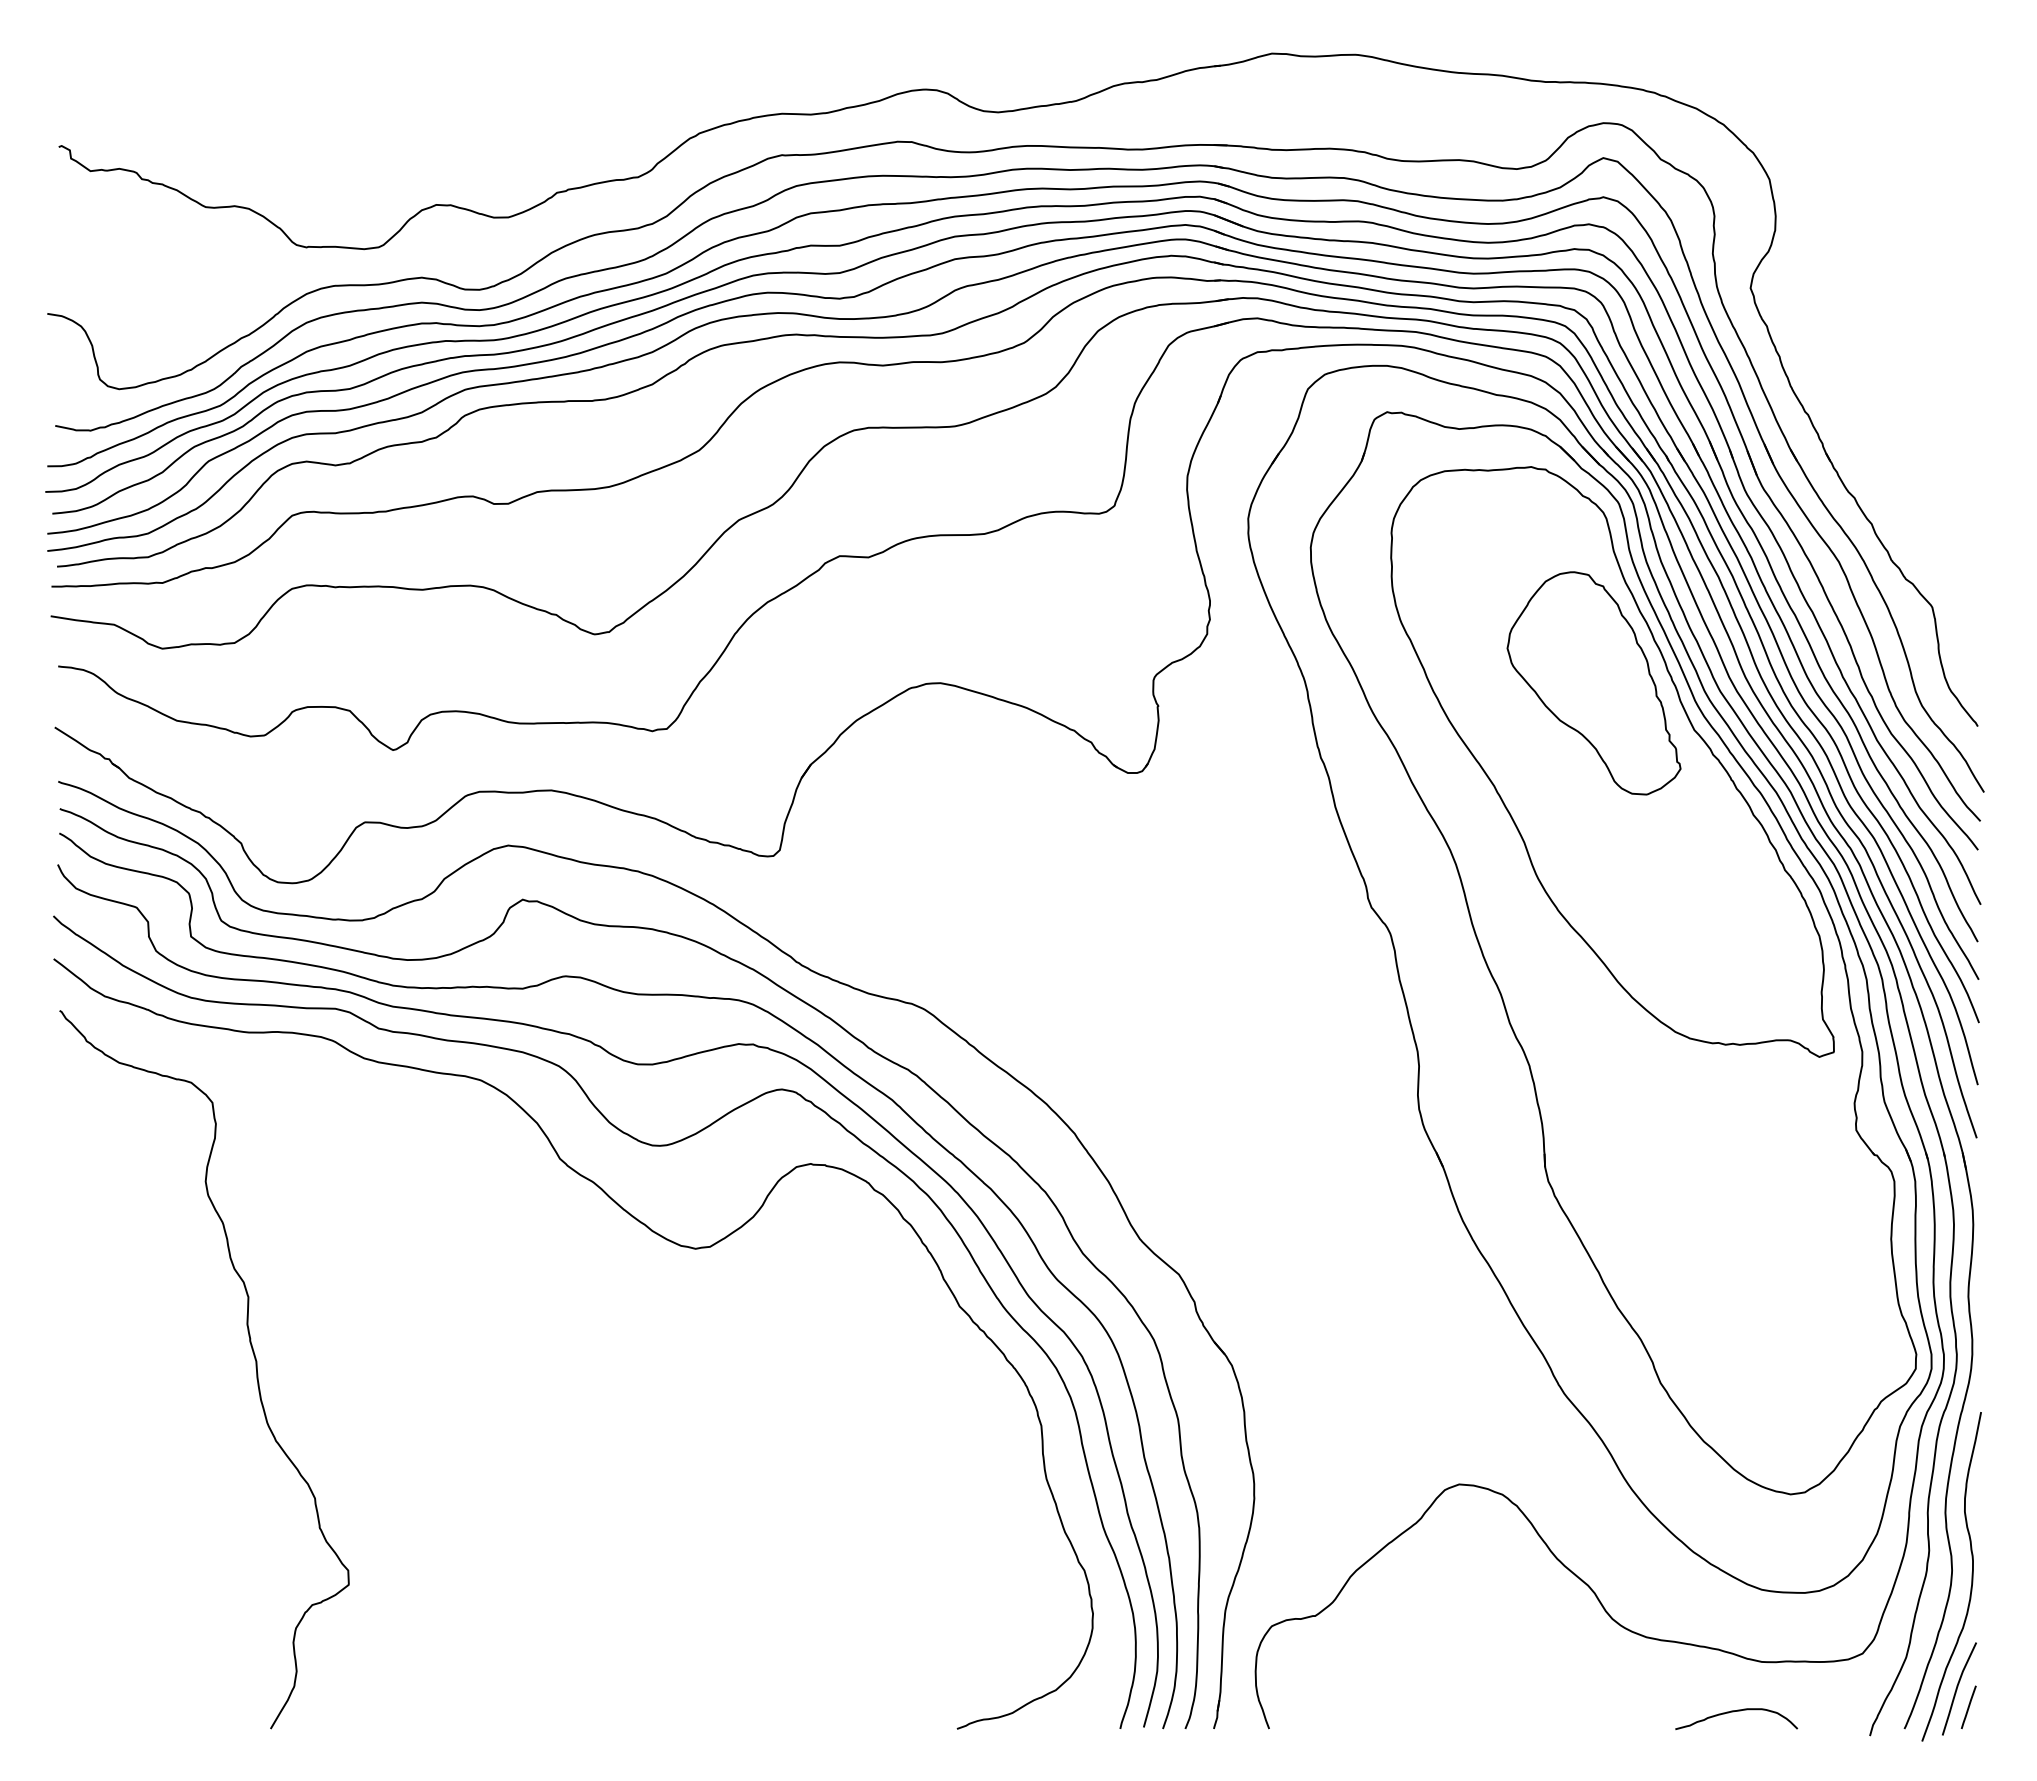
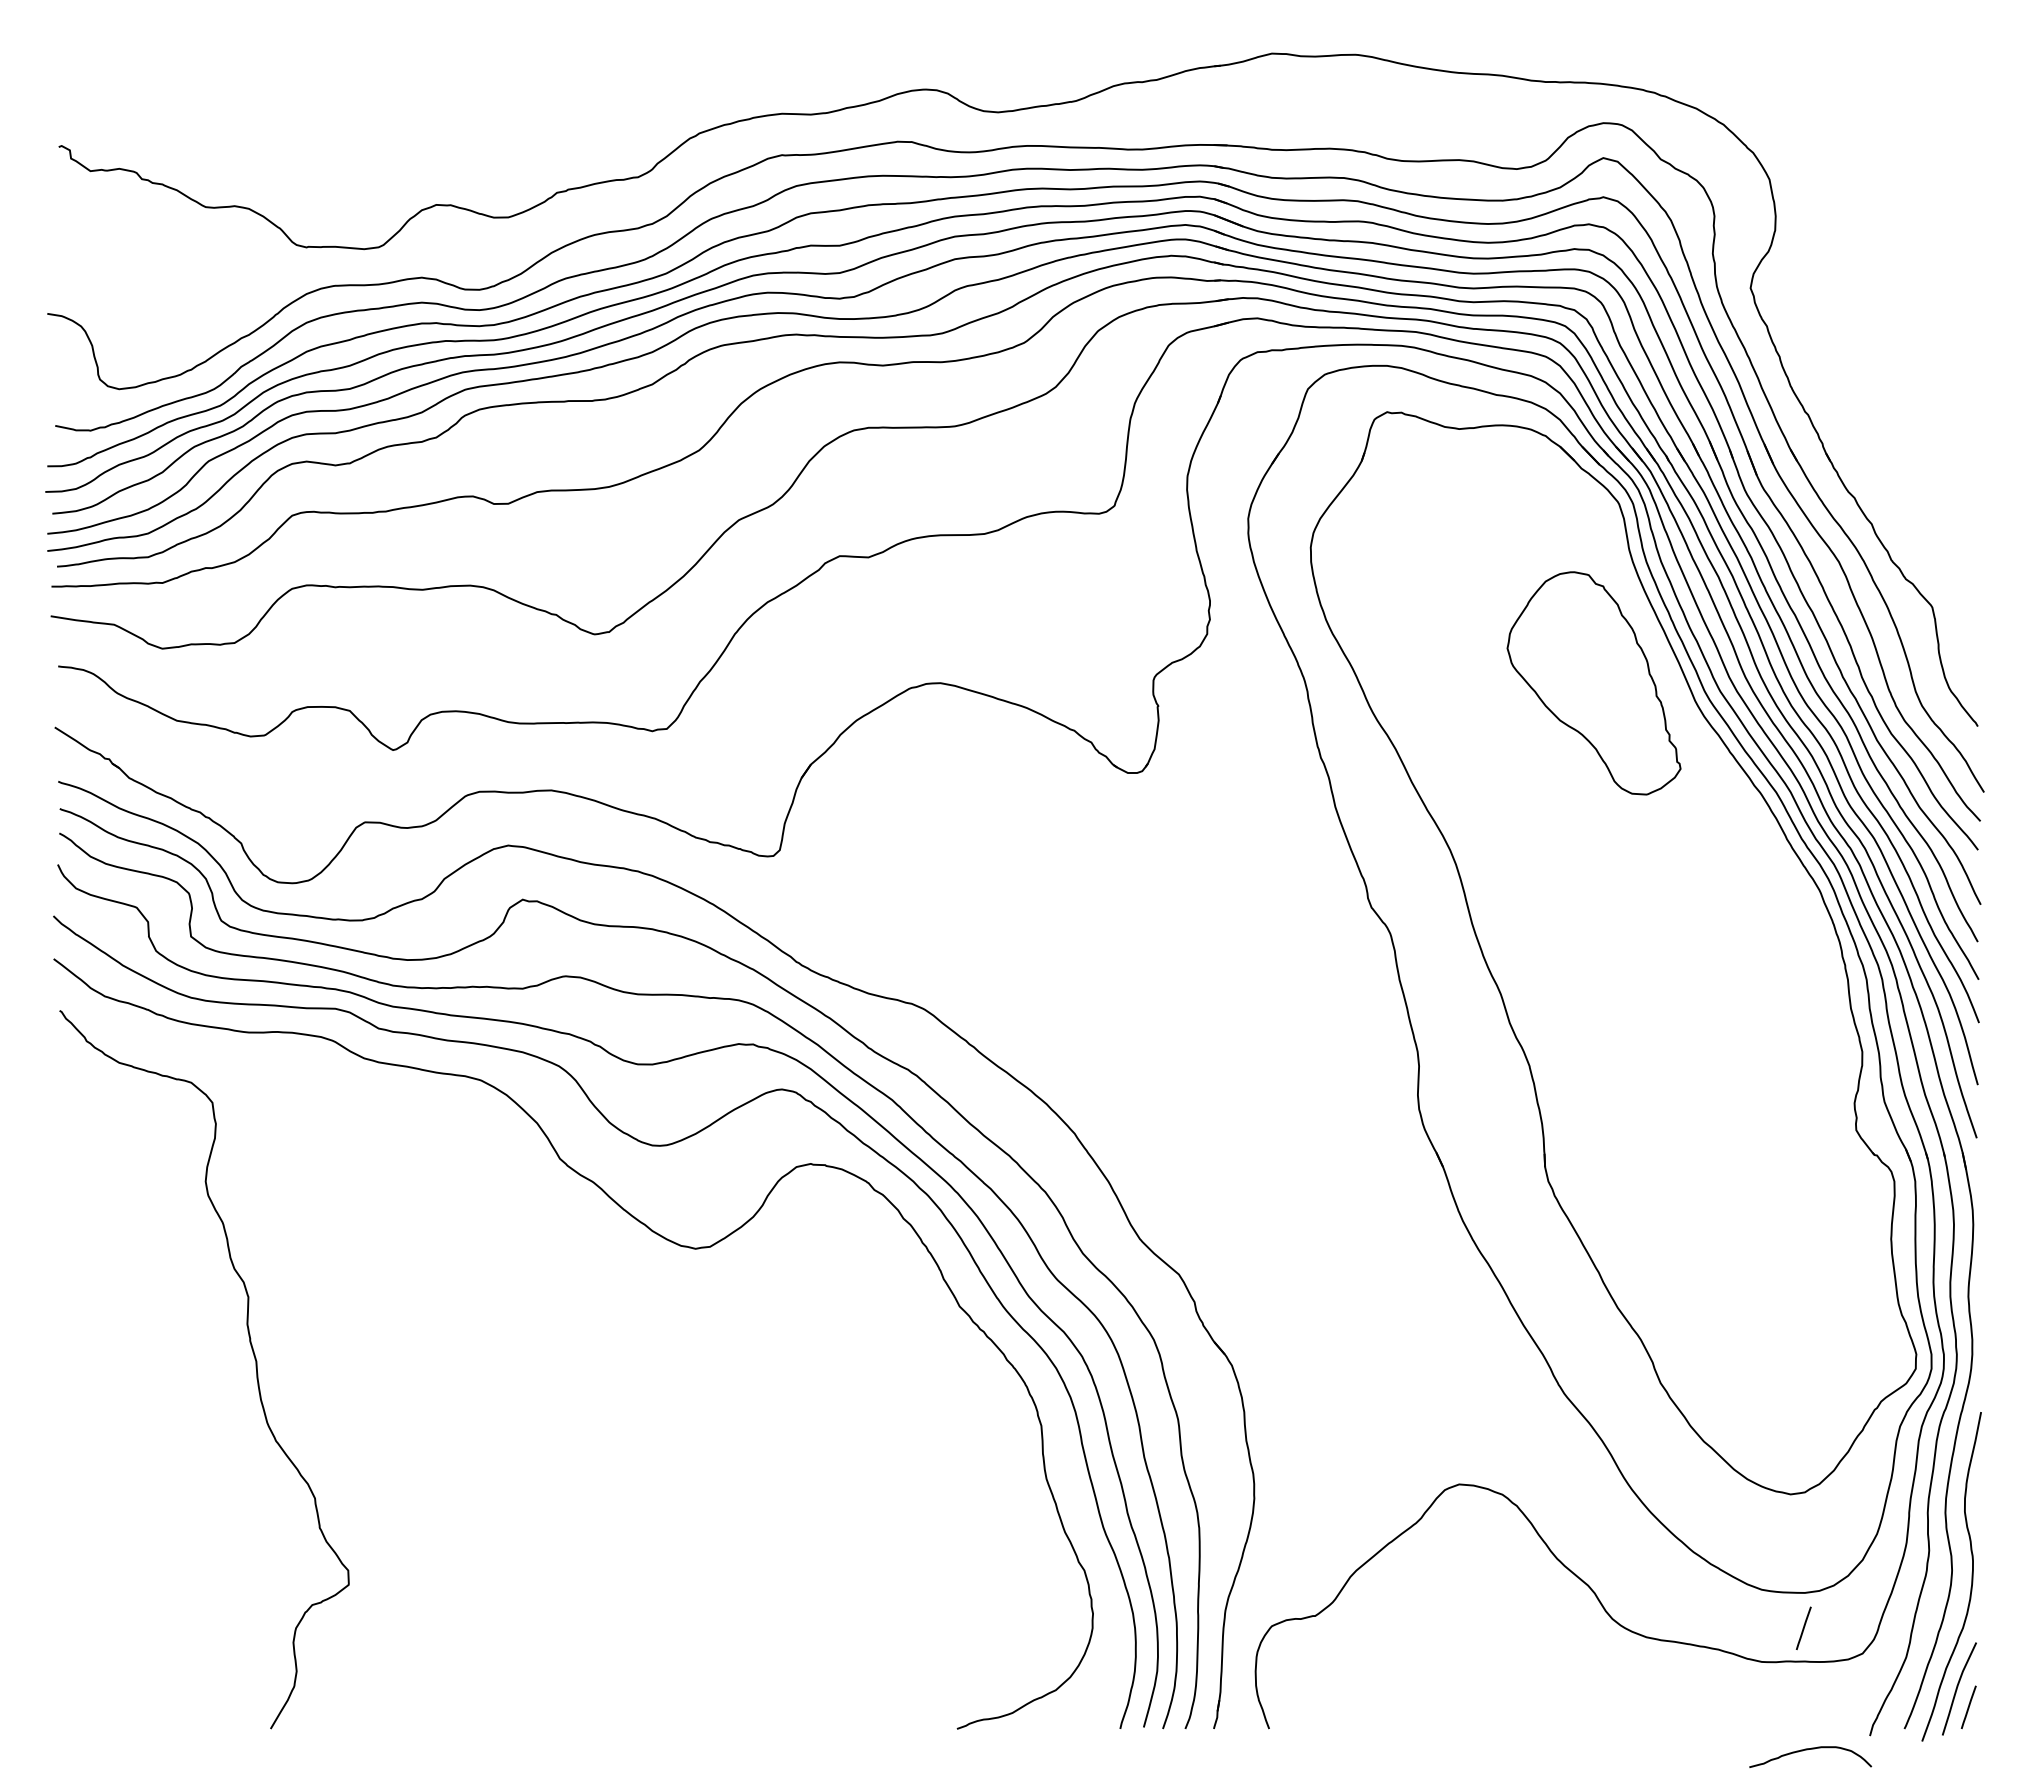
part at (1612, 761): present -> none
line at (1803, 1628): none -> present
curve at (1733, 1712) position: (1733, 1712) -> (1807, 1750)
